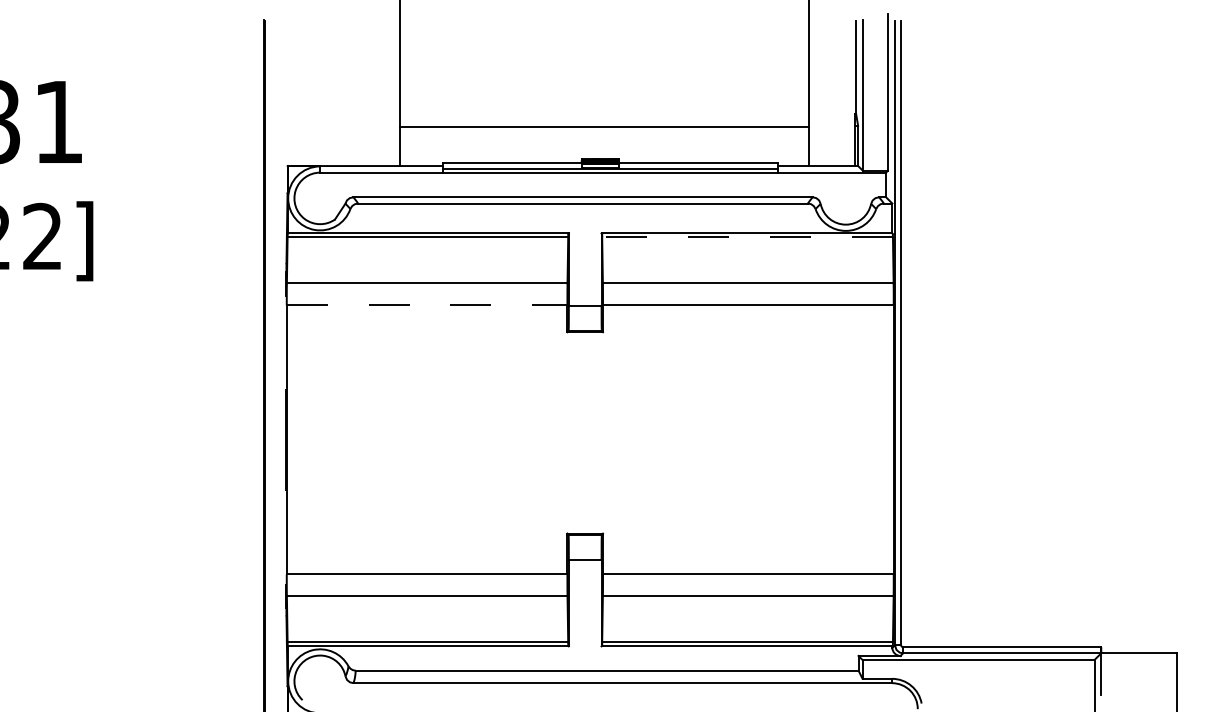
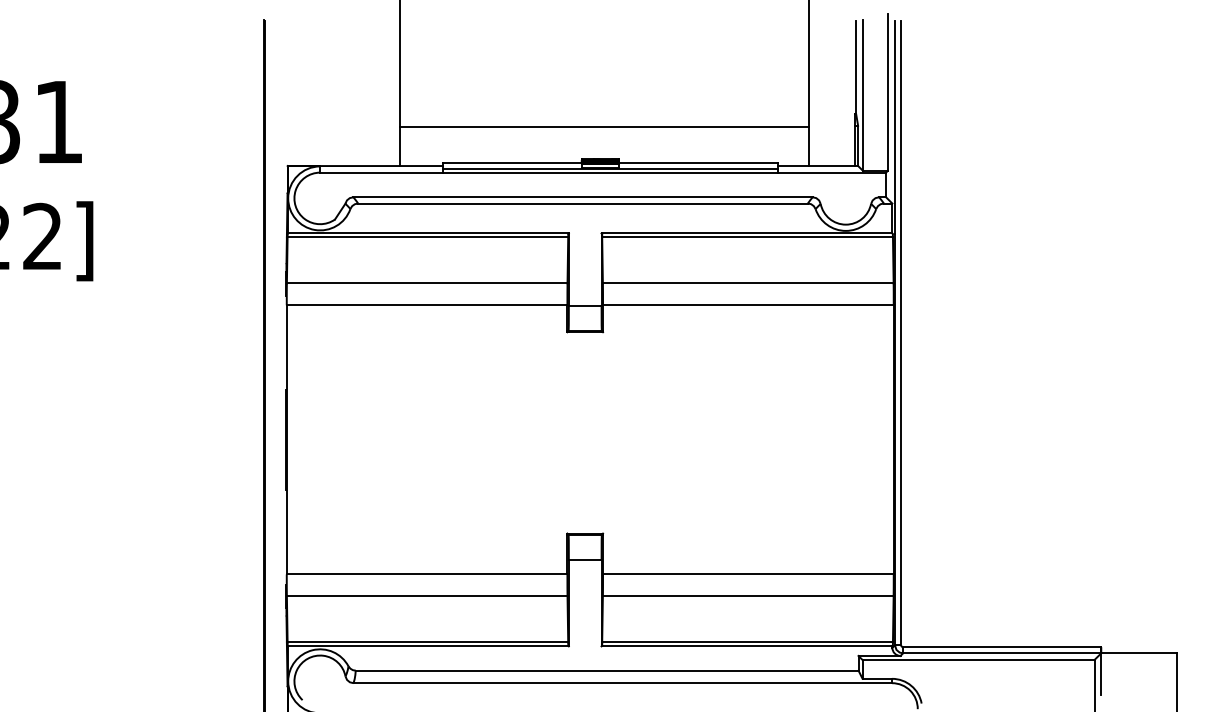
line at (747, 237): dashed -> solid
line at (427, 305): dashed -> solid
